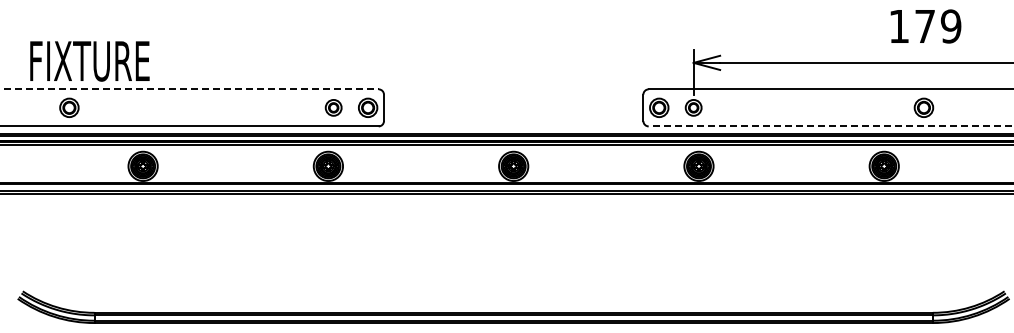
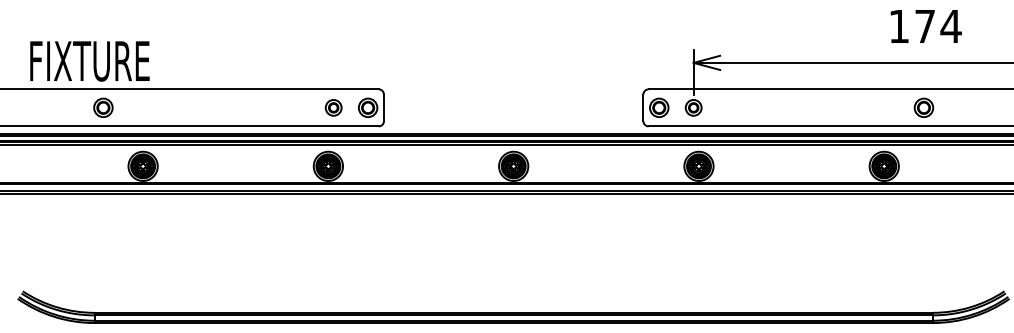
text at (950, 26): 179 -> 174
line at (189, 89): dashed -> solid
part at (69, 107) position: (69, 107) -> (103, 107)
line at (830, 126): dashed -> solid
